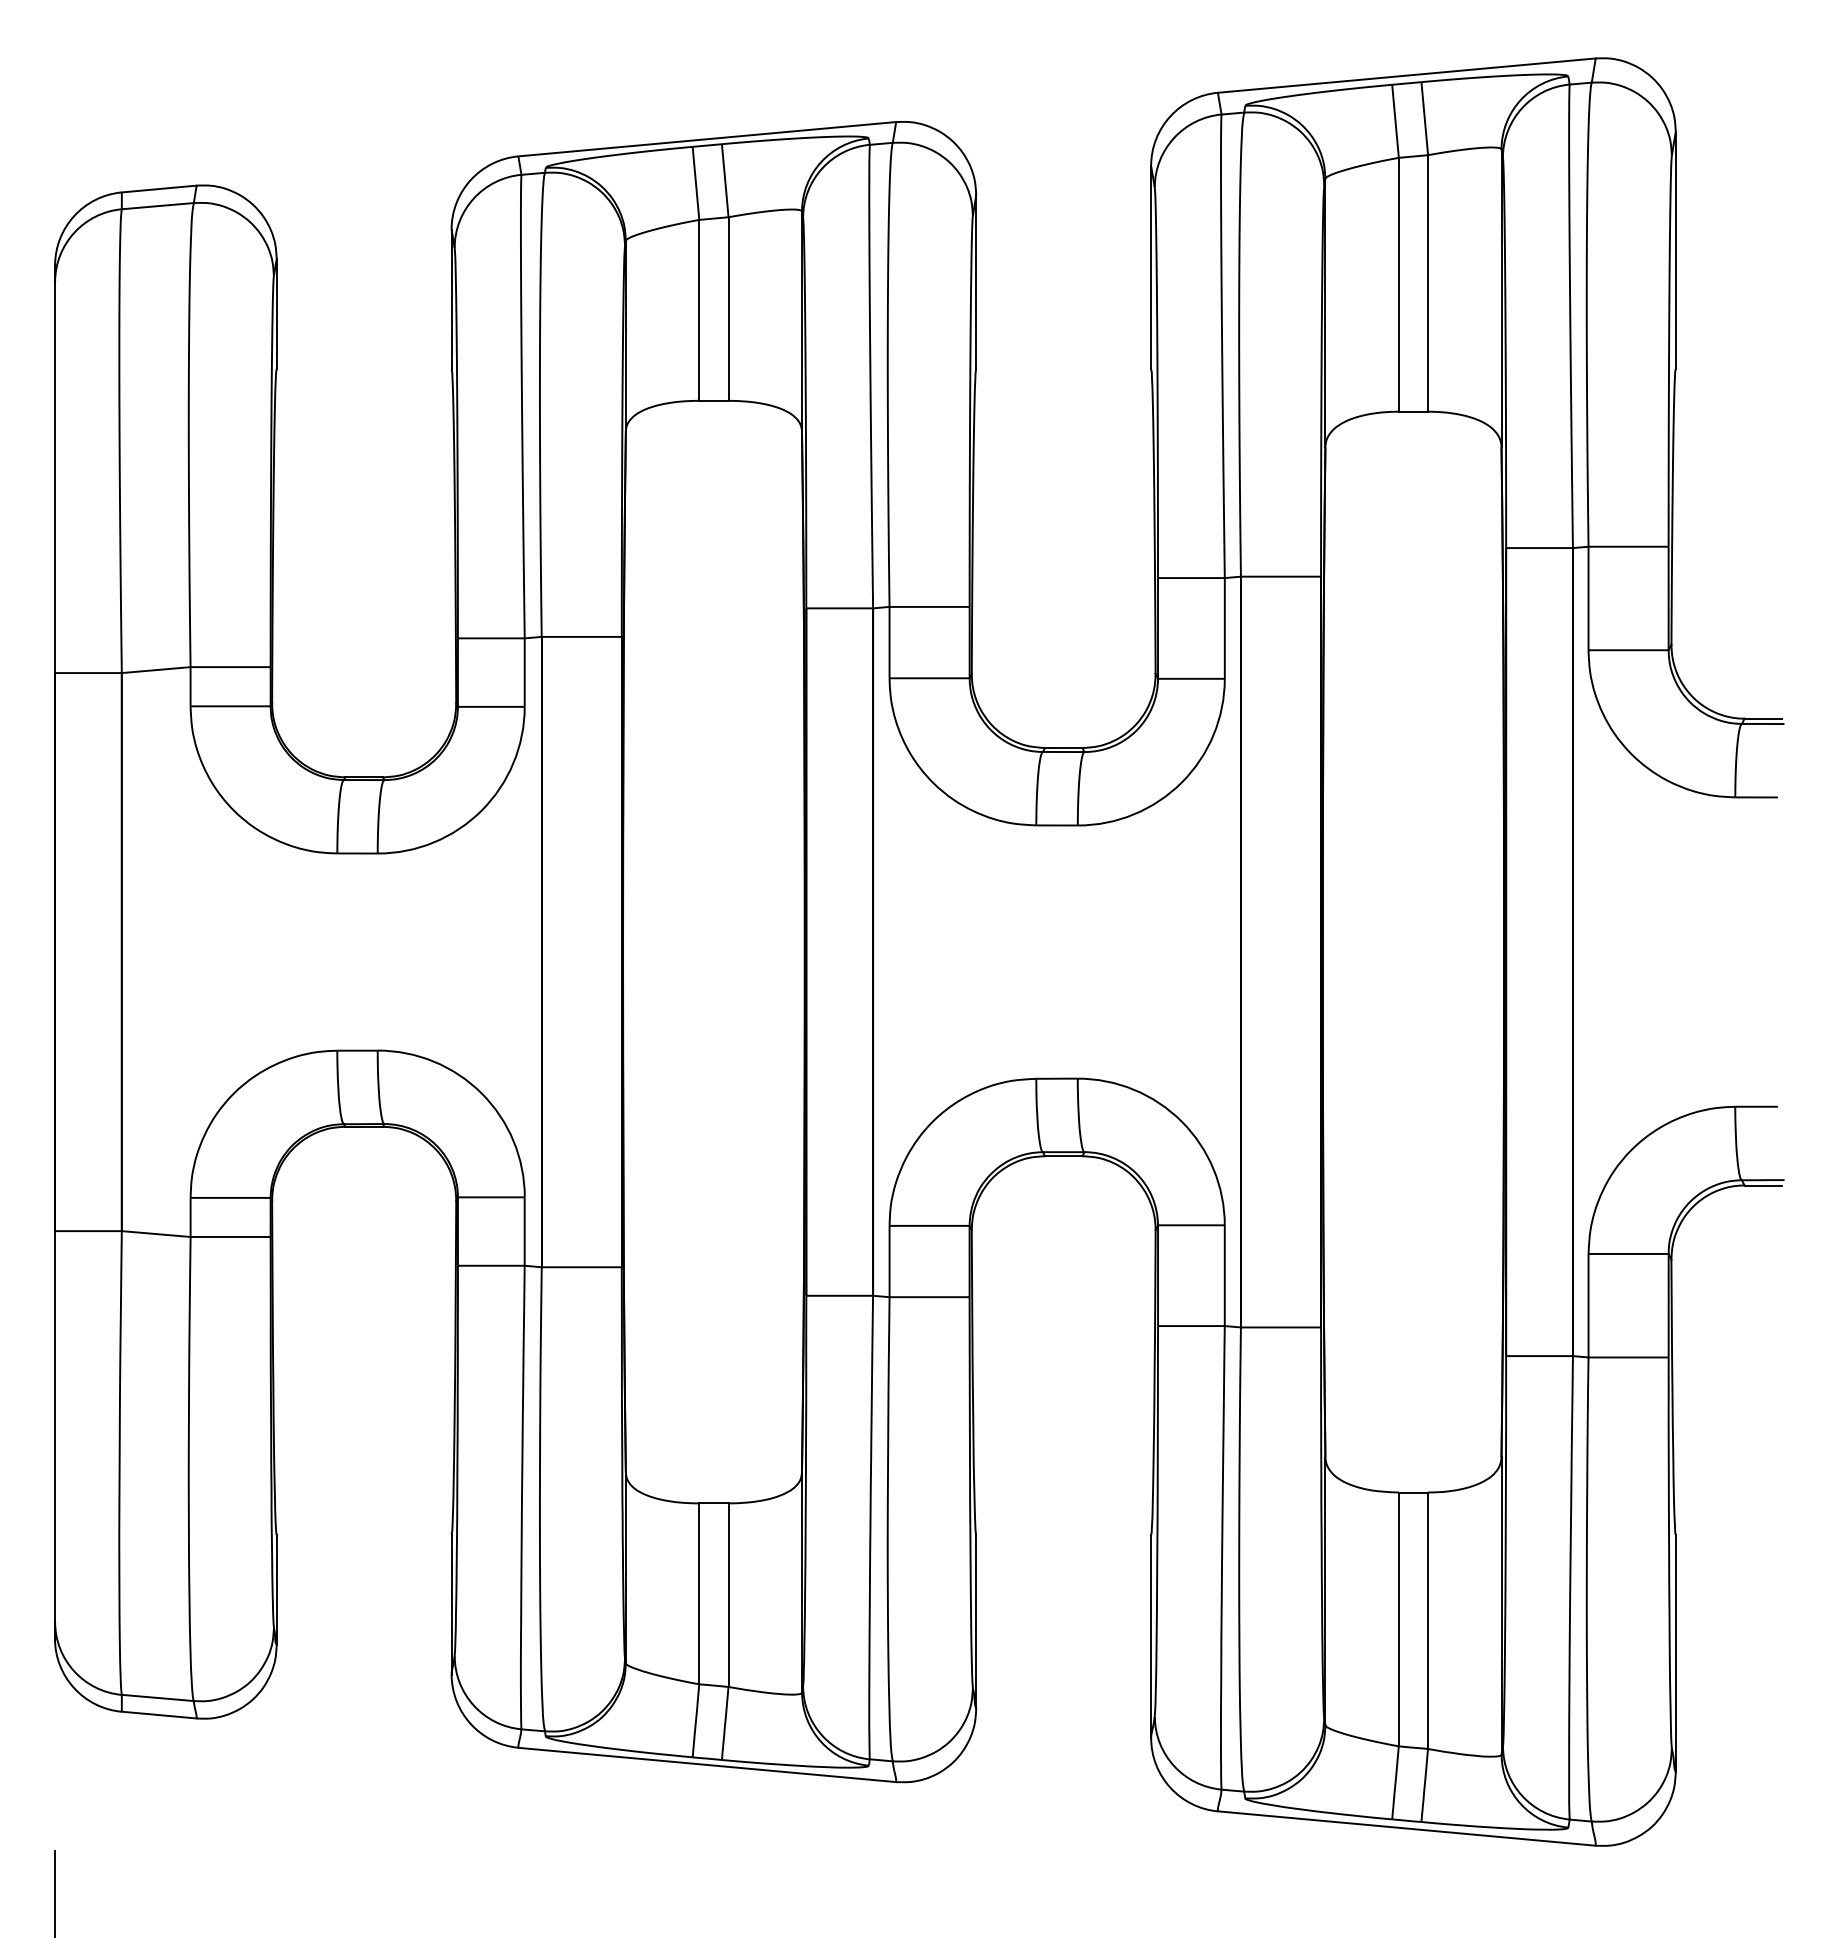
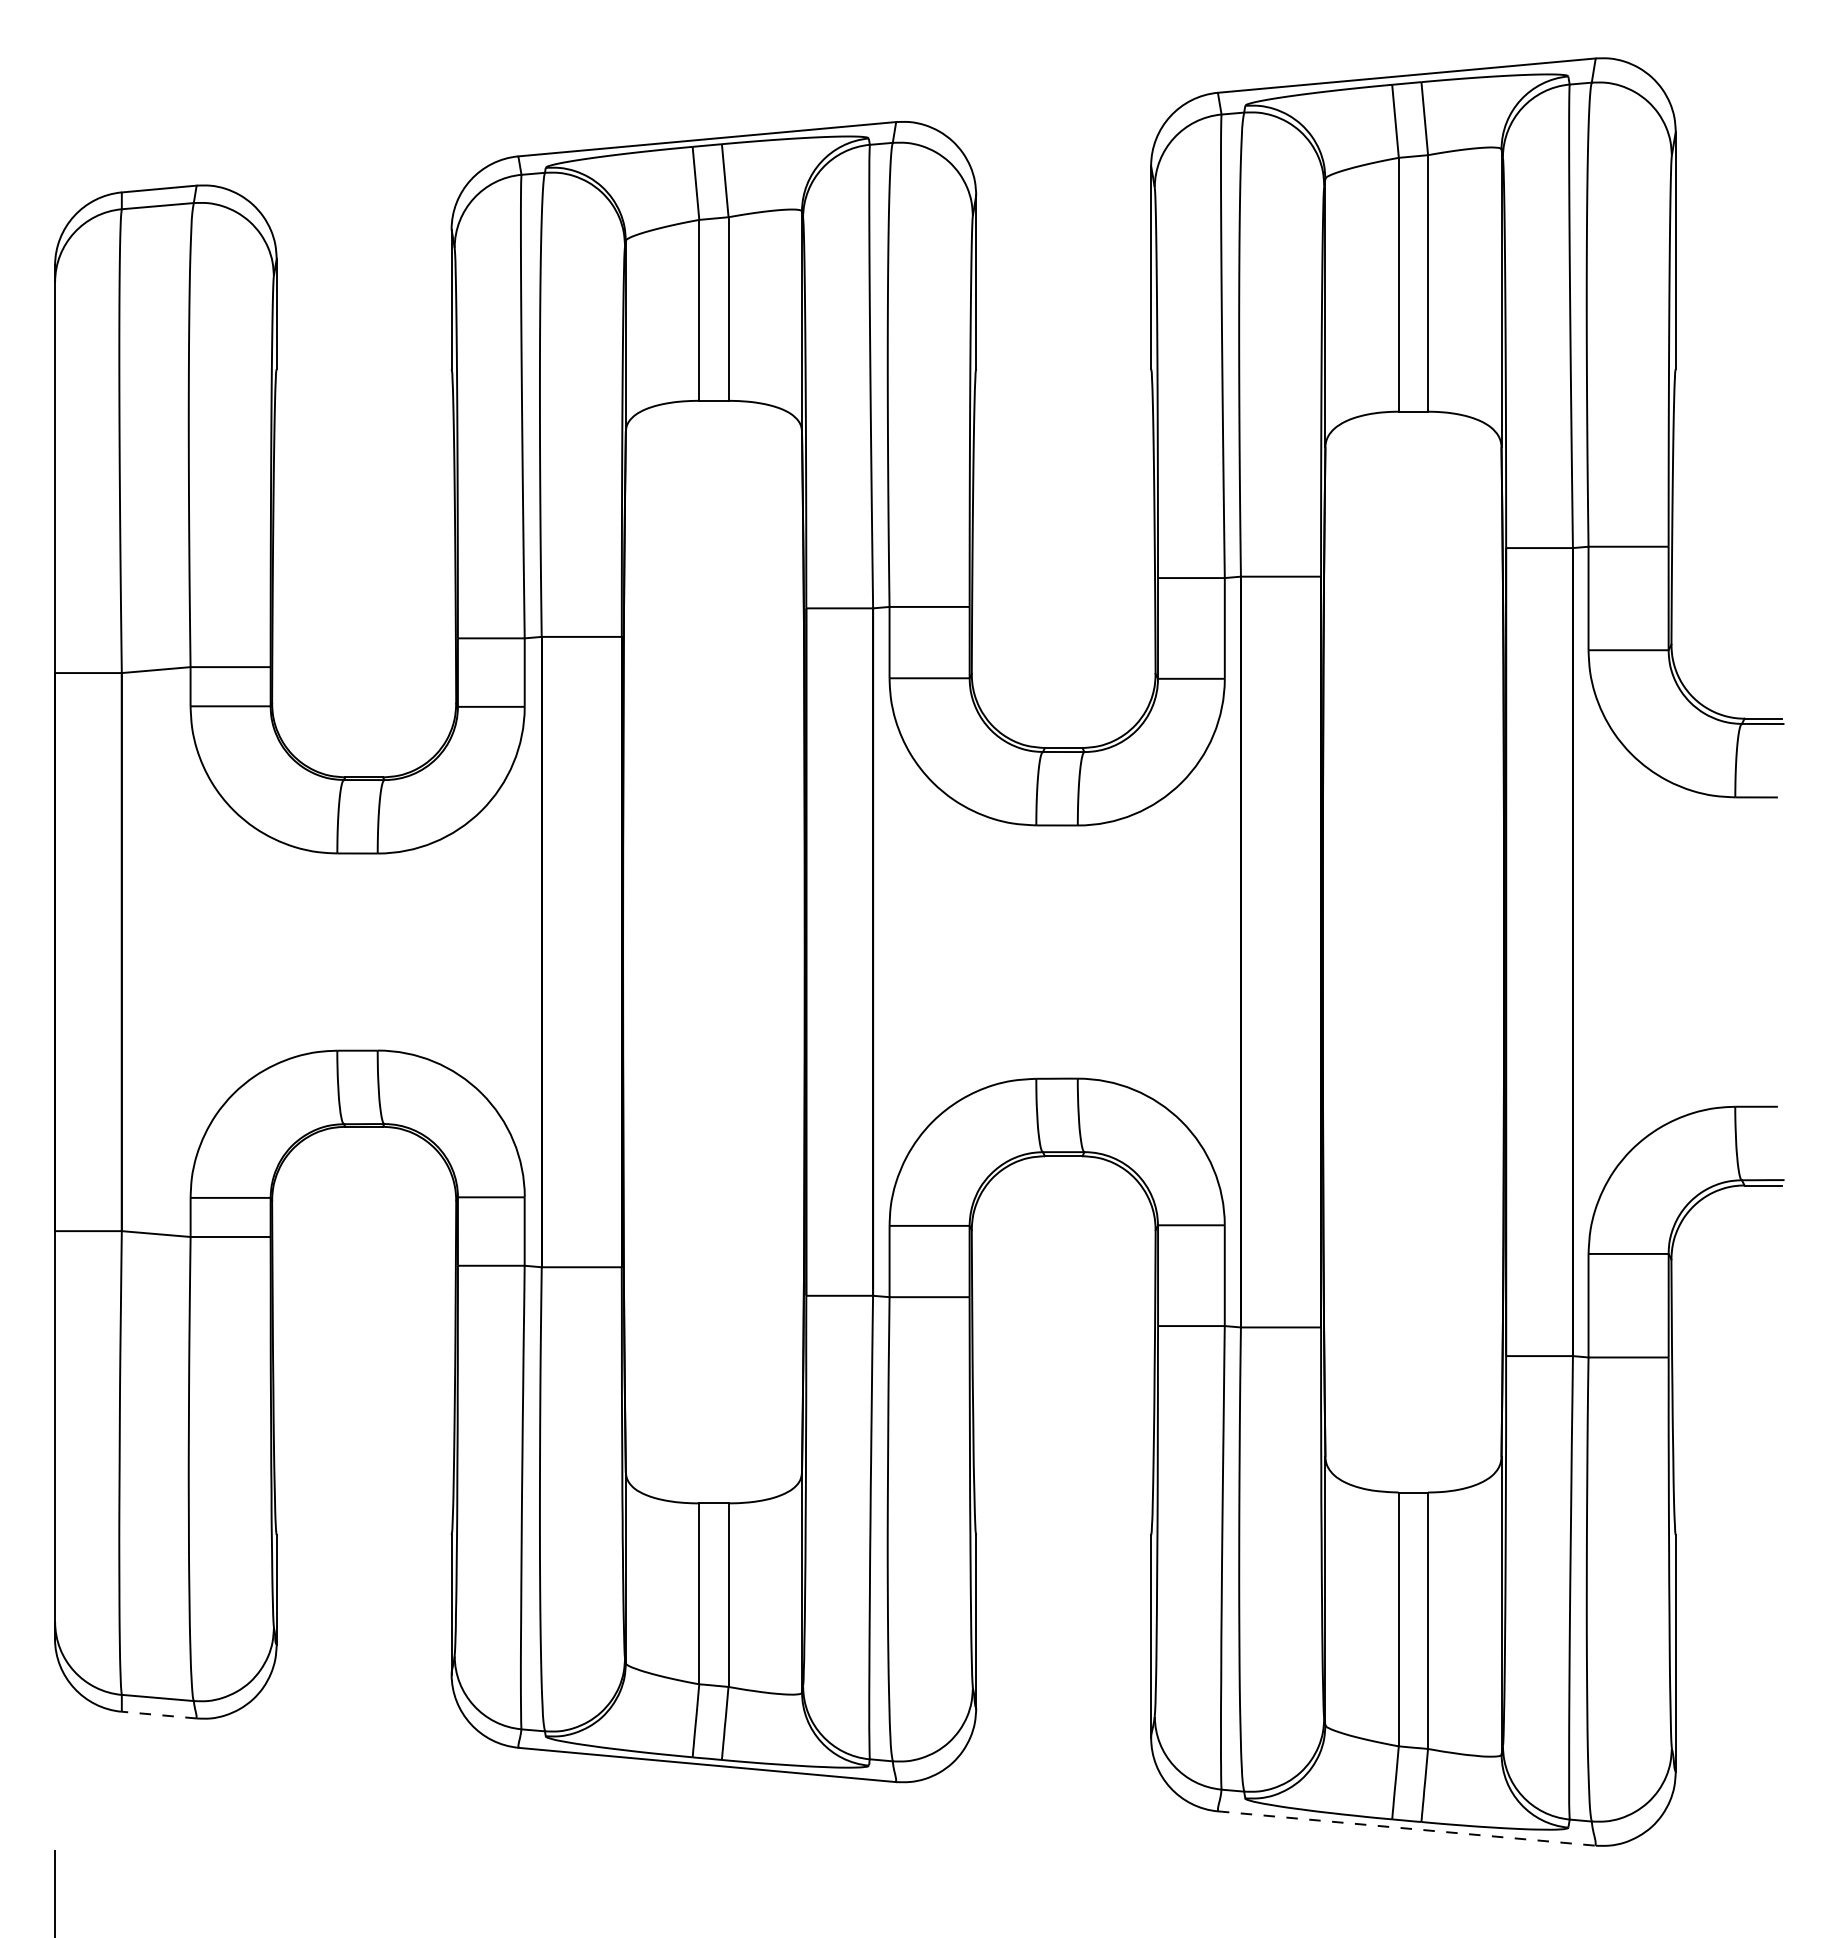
line at (159, 1715): solid -> dashed
line at (1406, 1828): solid -> dashed
